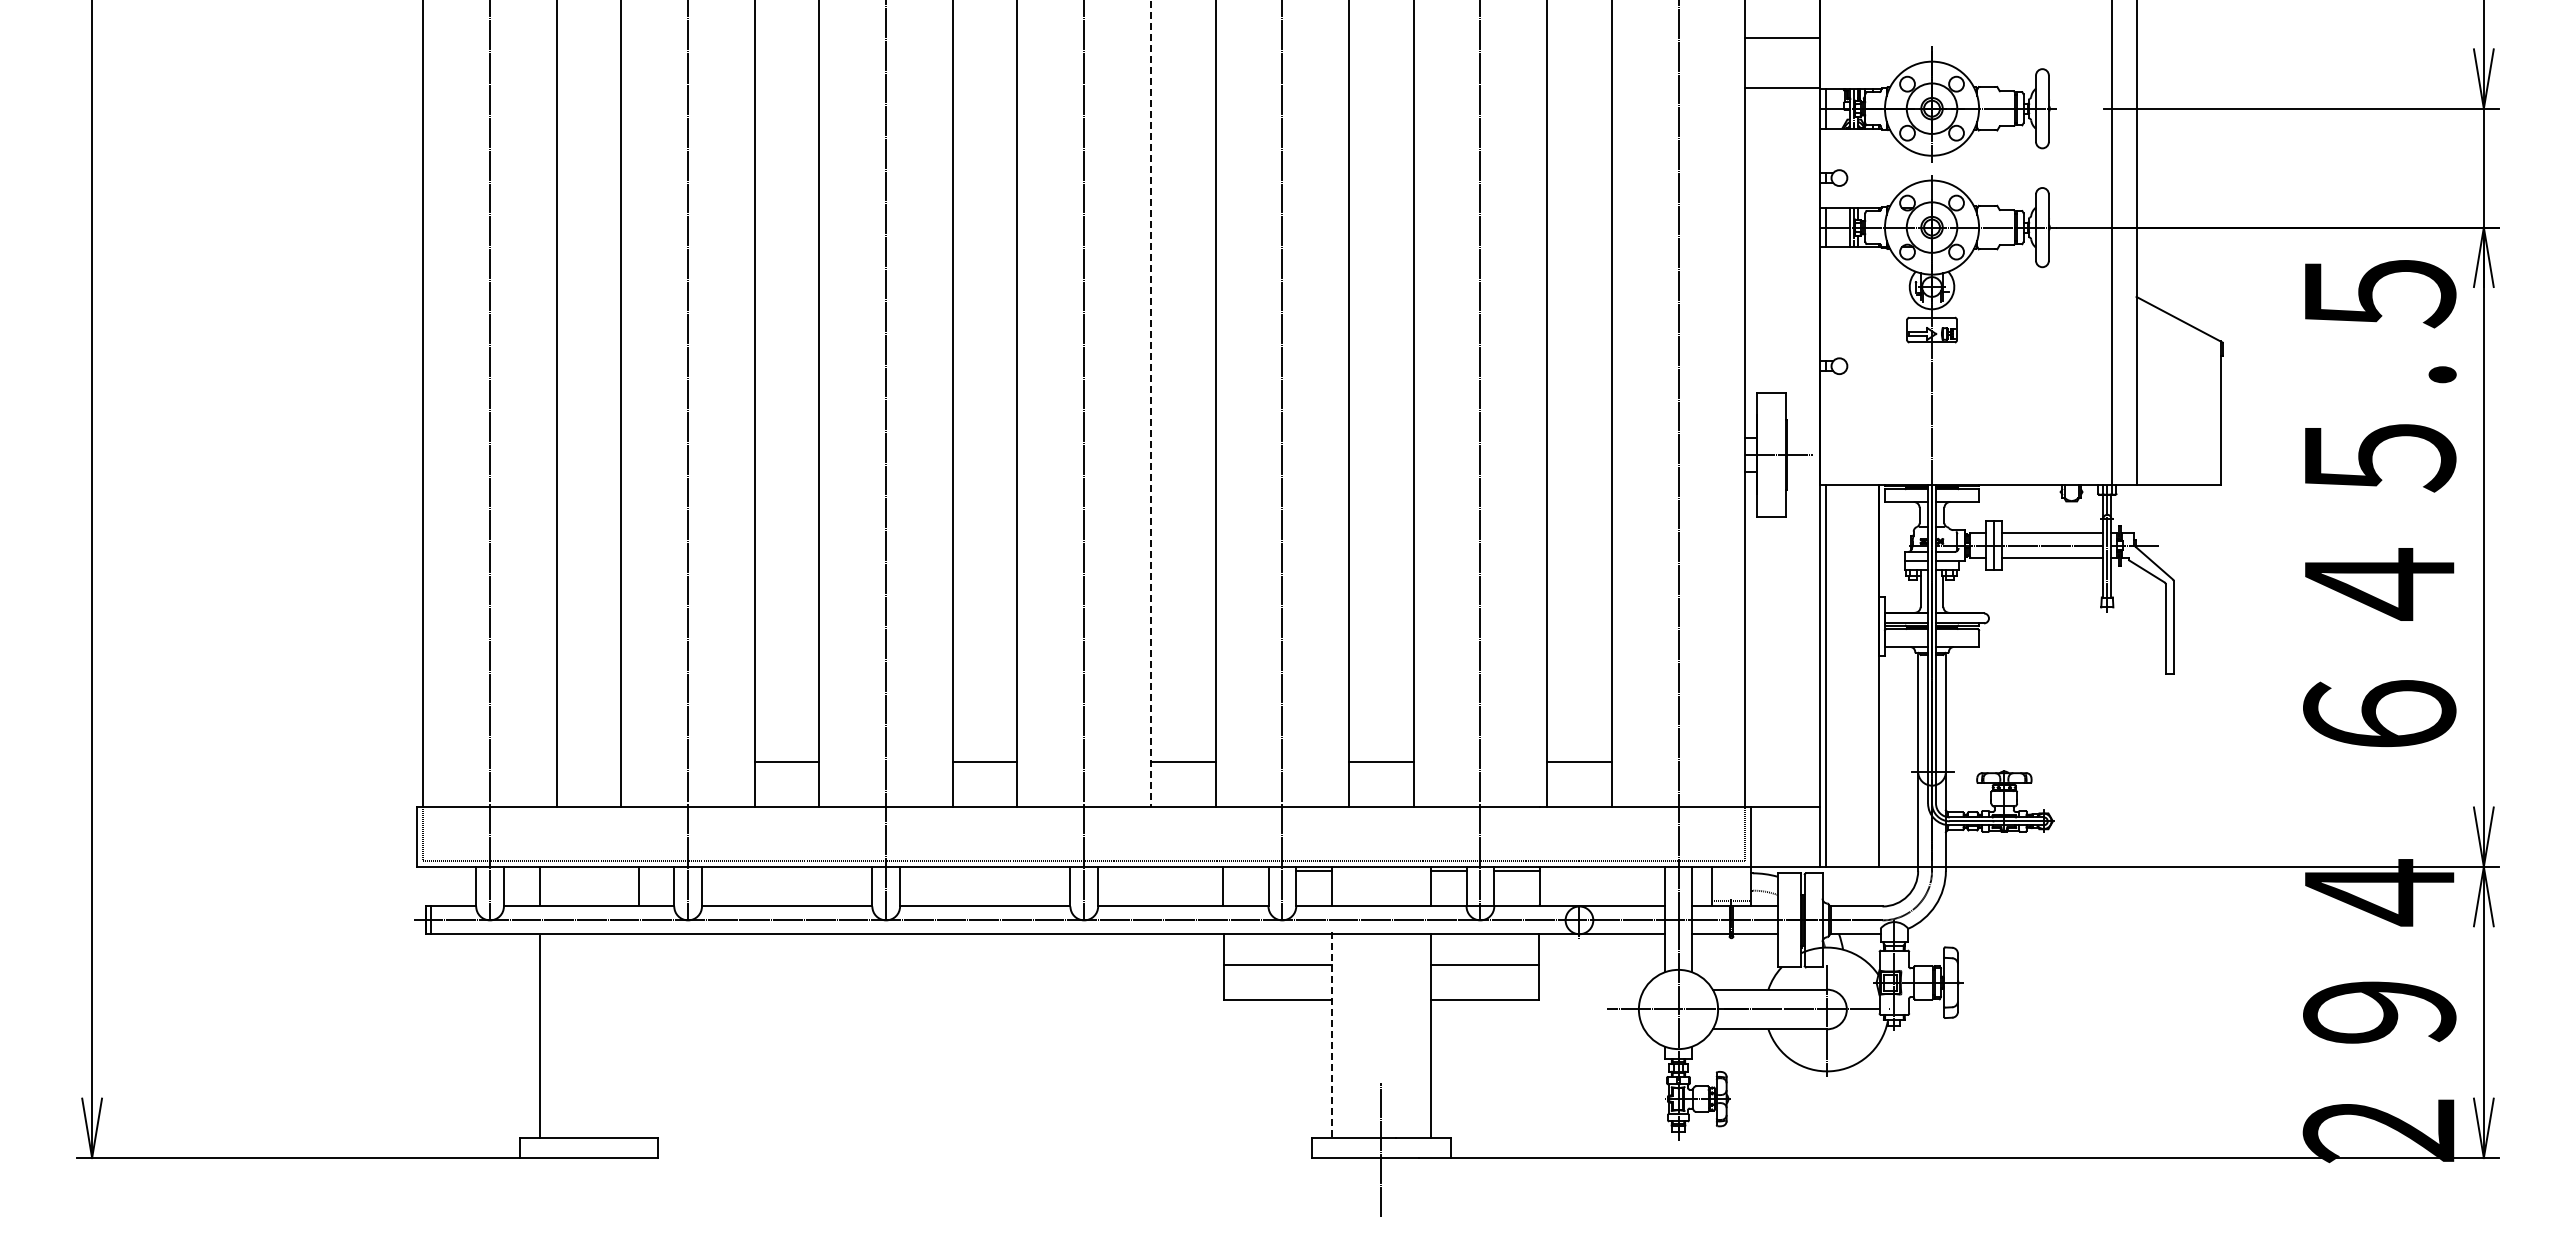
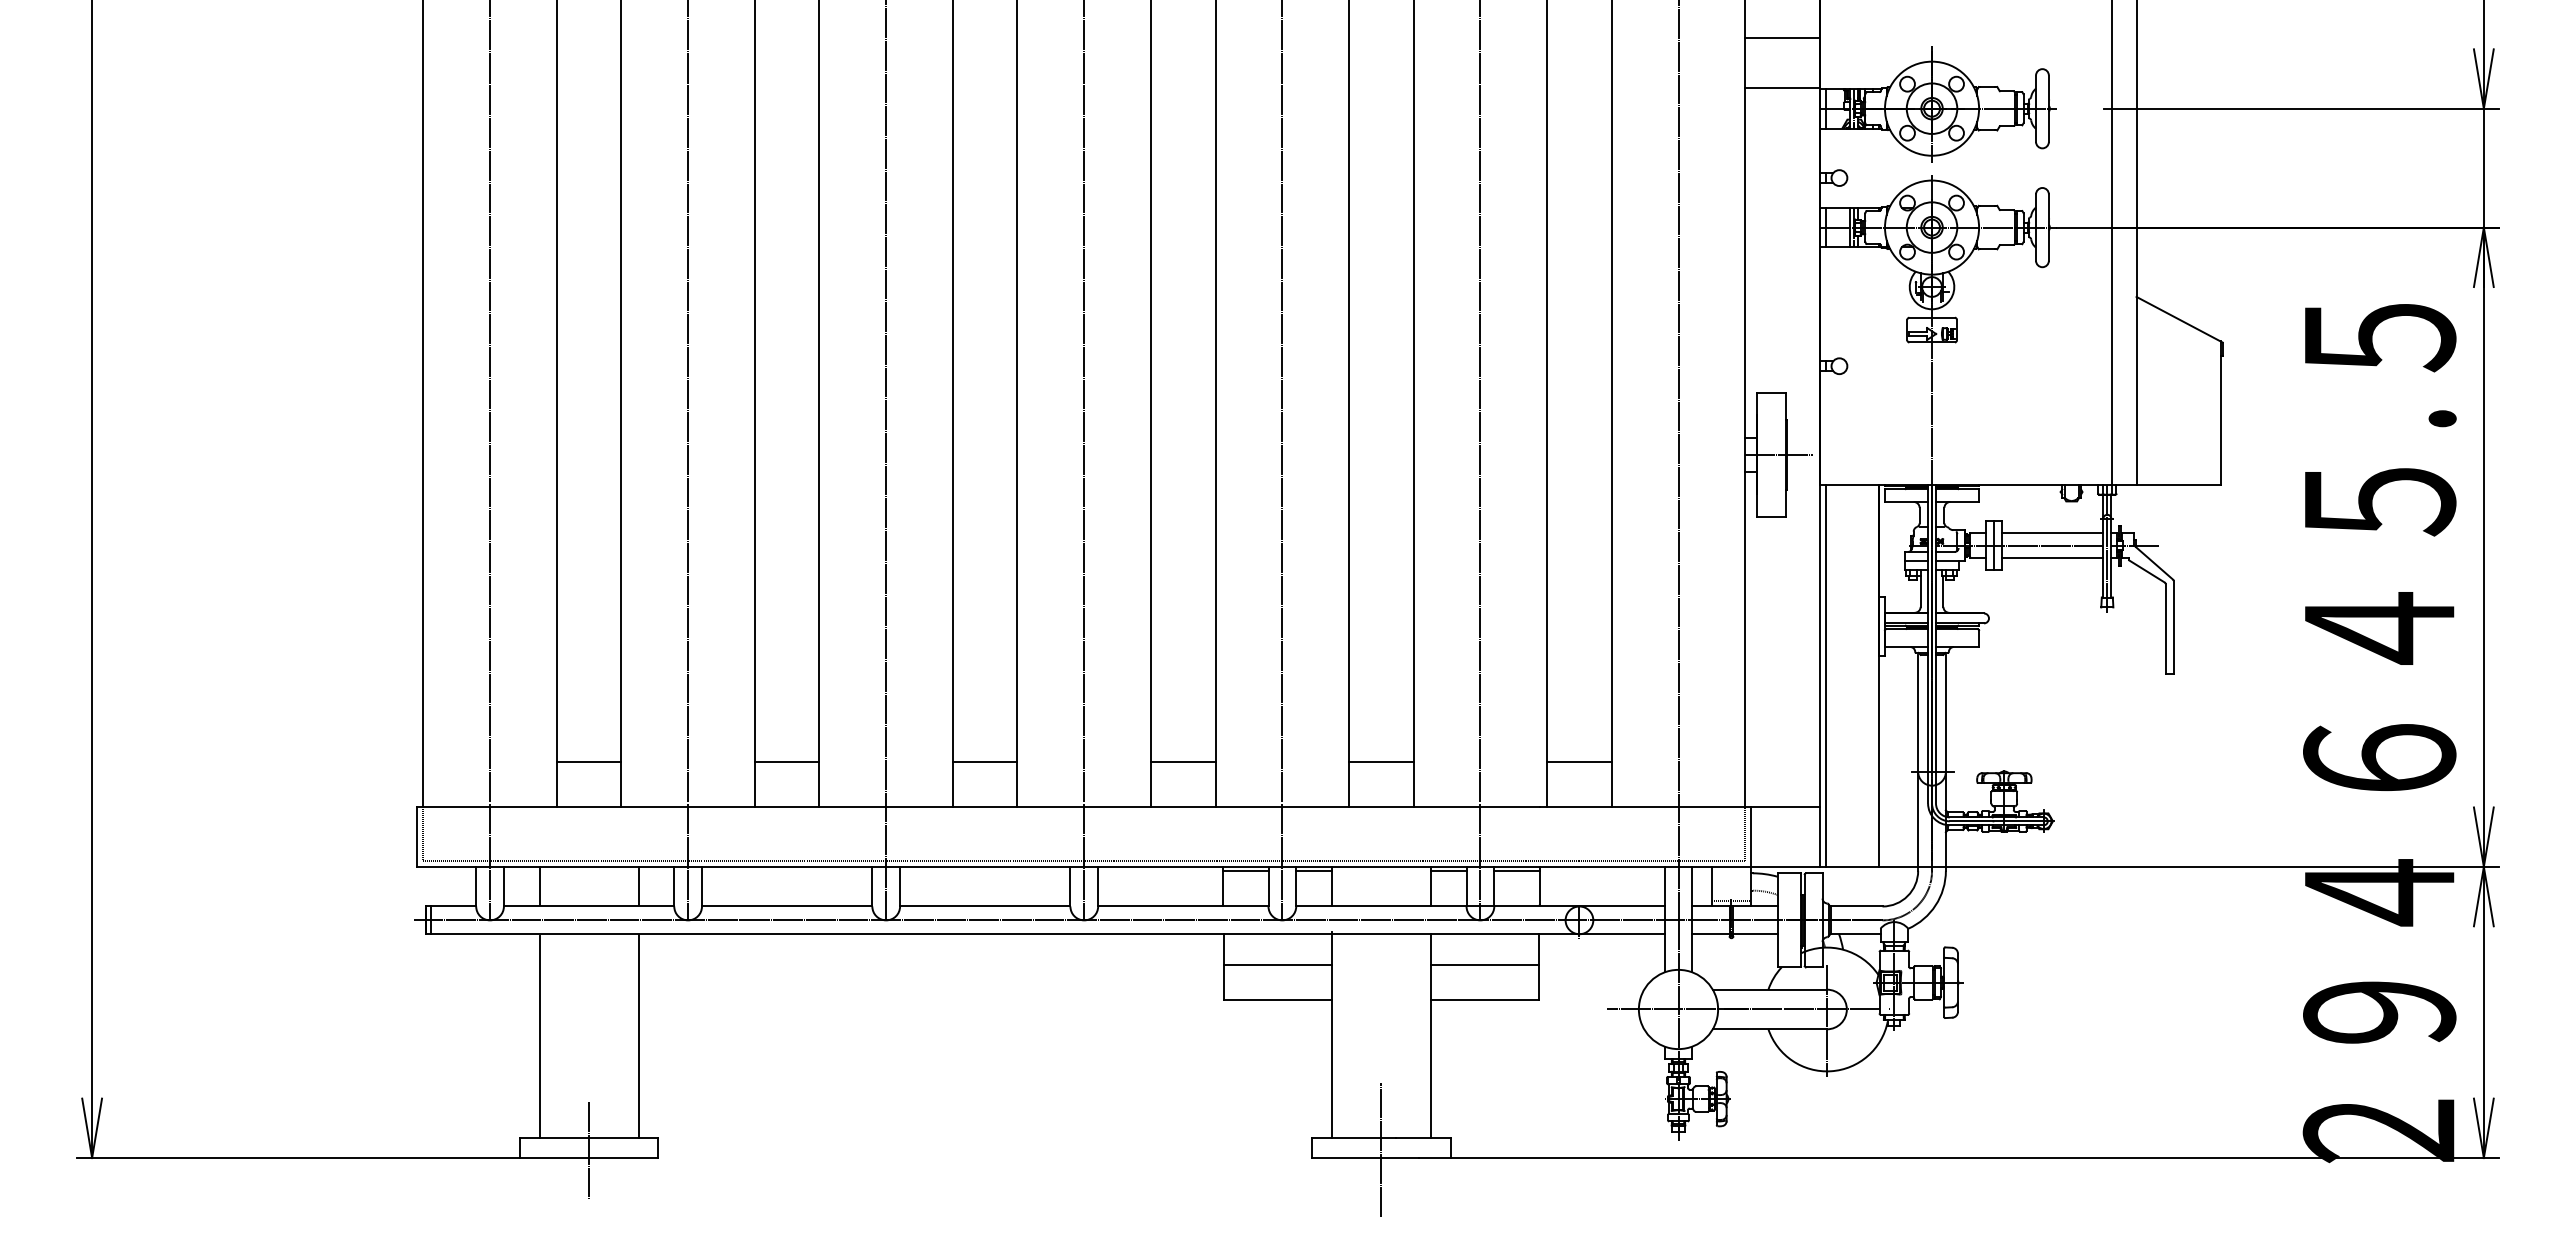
line at (1151, 404): dashed -> solid
text at (2379, 503) position: (2379, 503) -> (2379, 547)
line at (588, 761): none -> present
line at (1245, 870): none -> present
line at (1331, 1035): dashed -> solid
line at (638, 1036): none -> present
line at (589, 1150): none -> present
